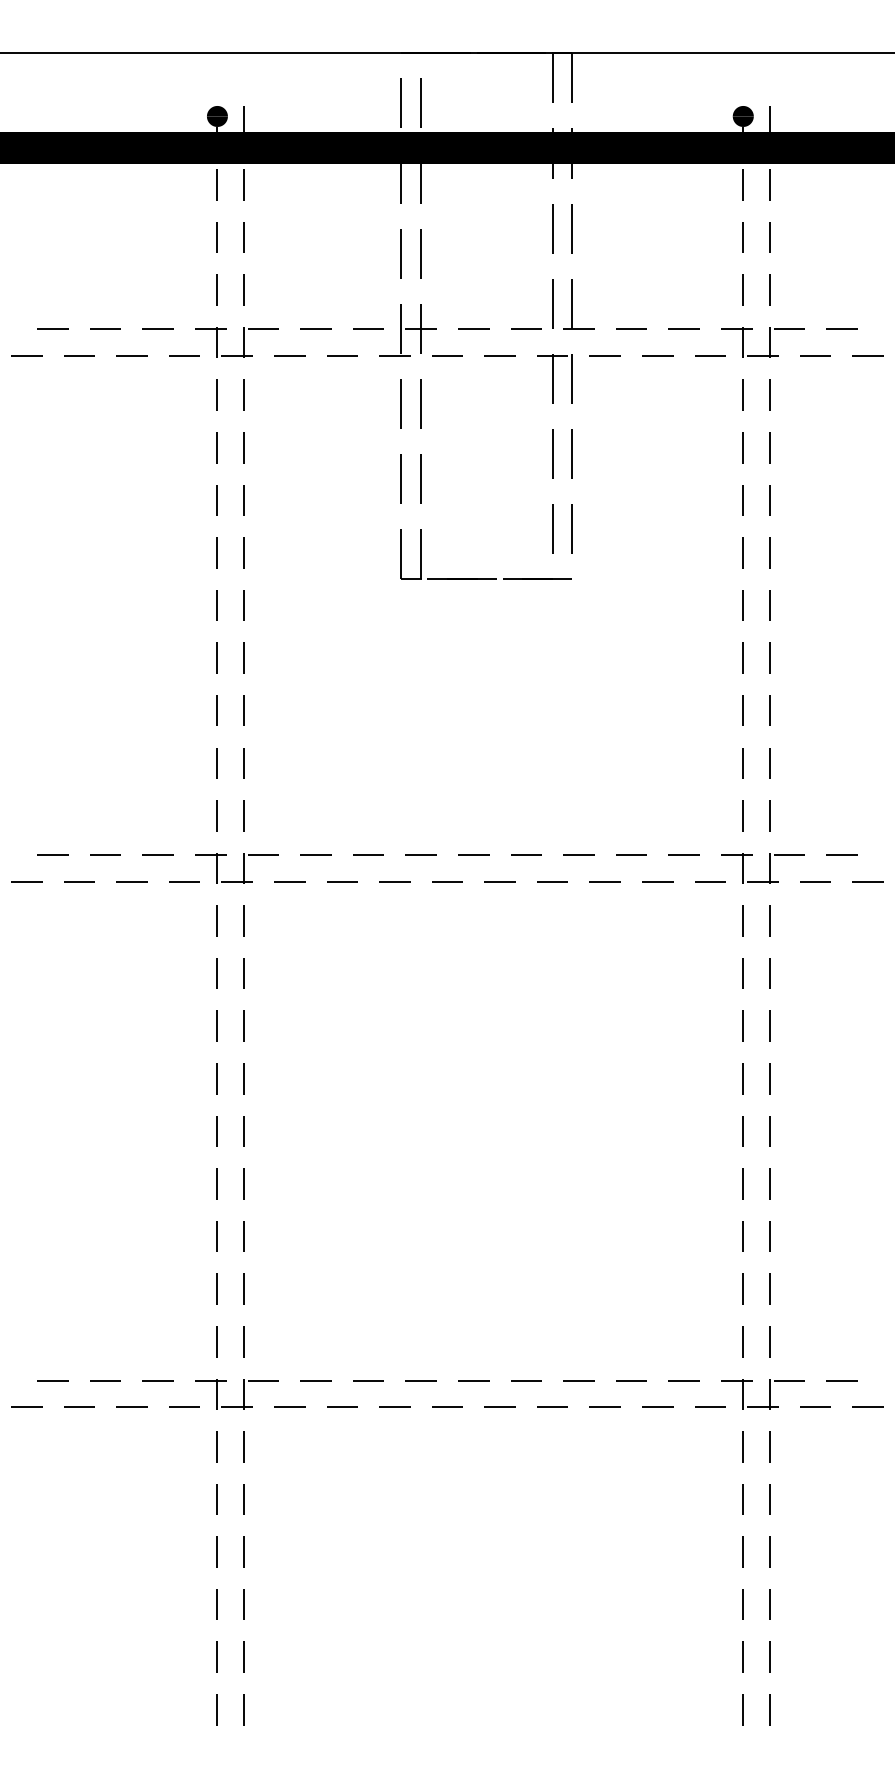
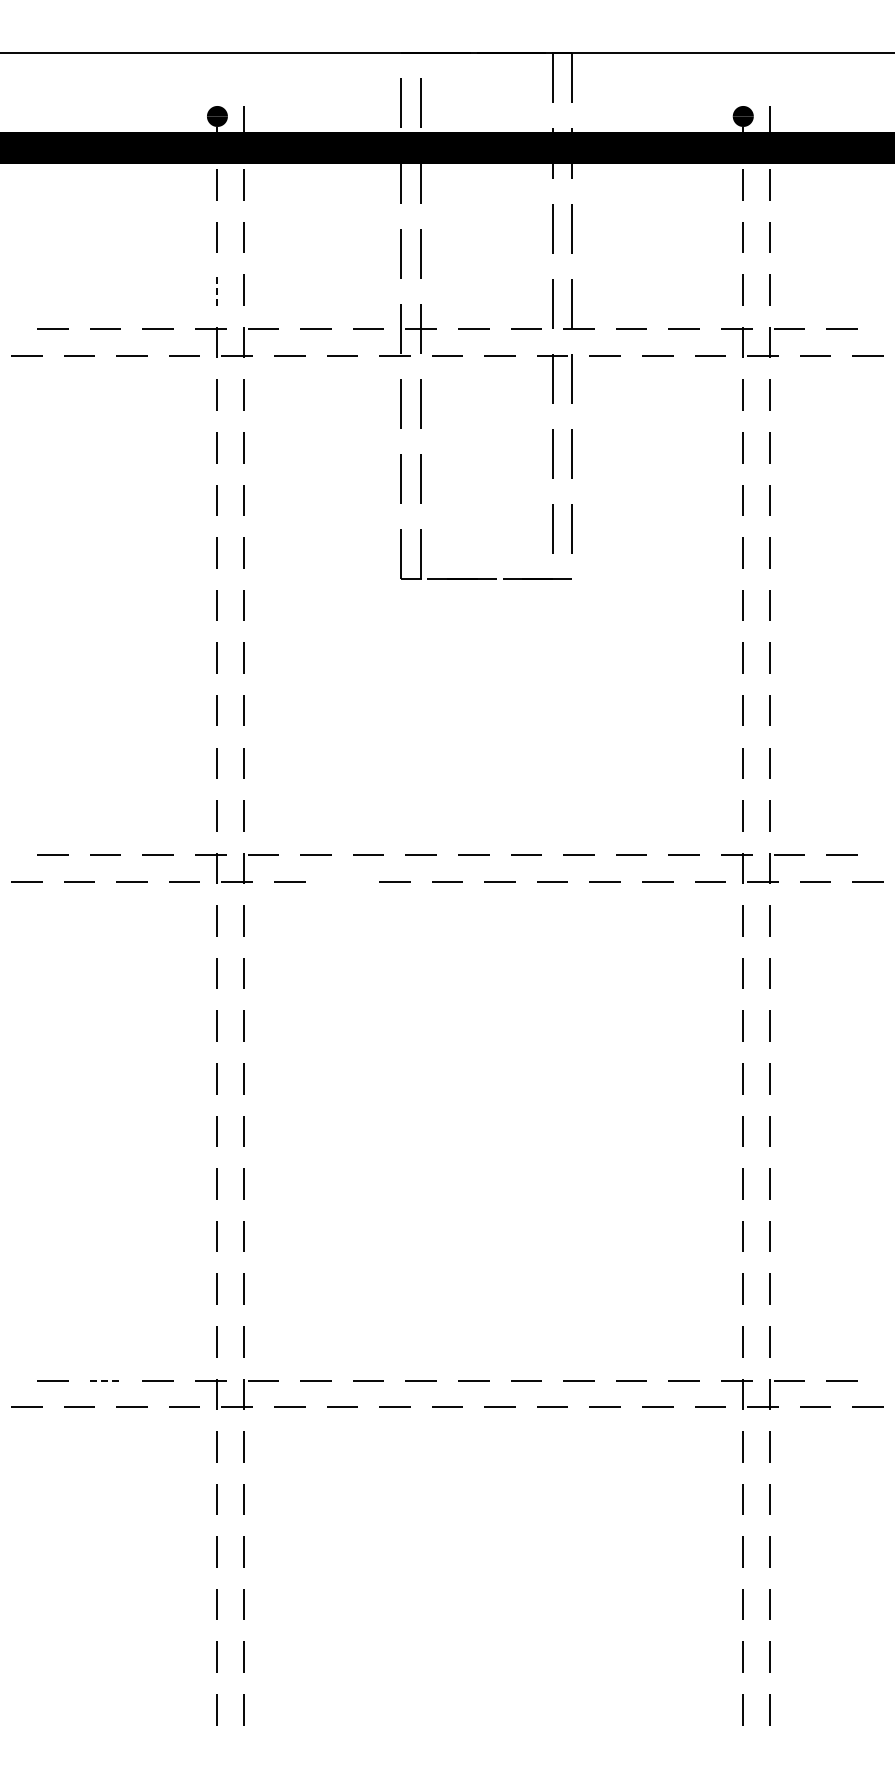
line at (217, 290): solid -> dashed
line at (342, 881): present -> none
line at (105, 1381): solid -> dashed
